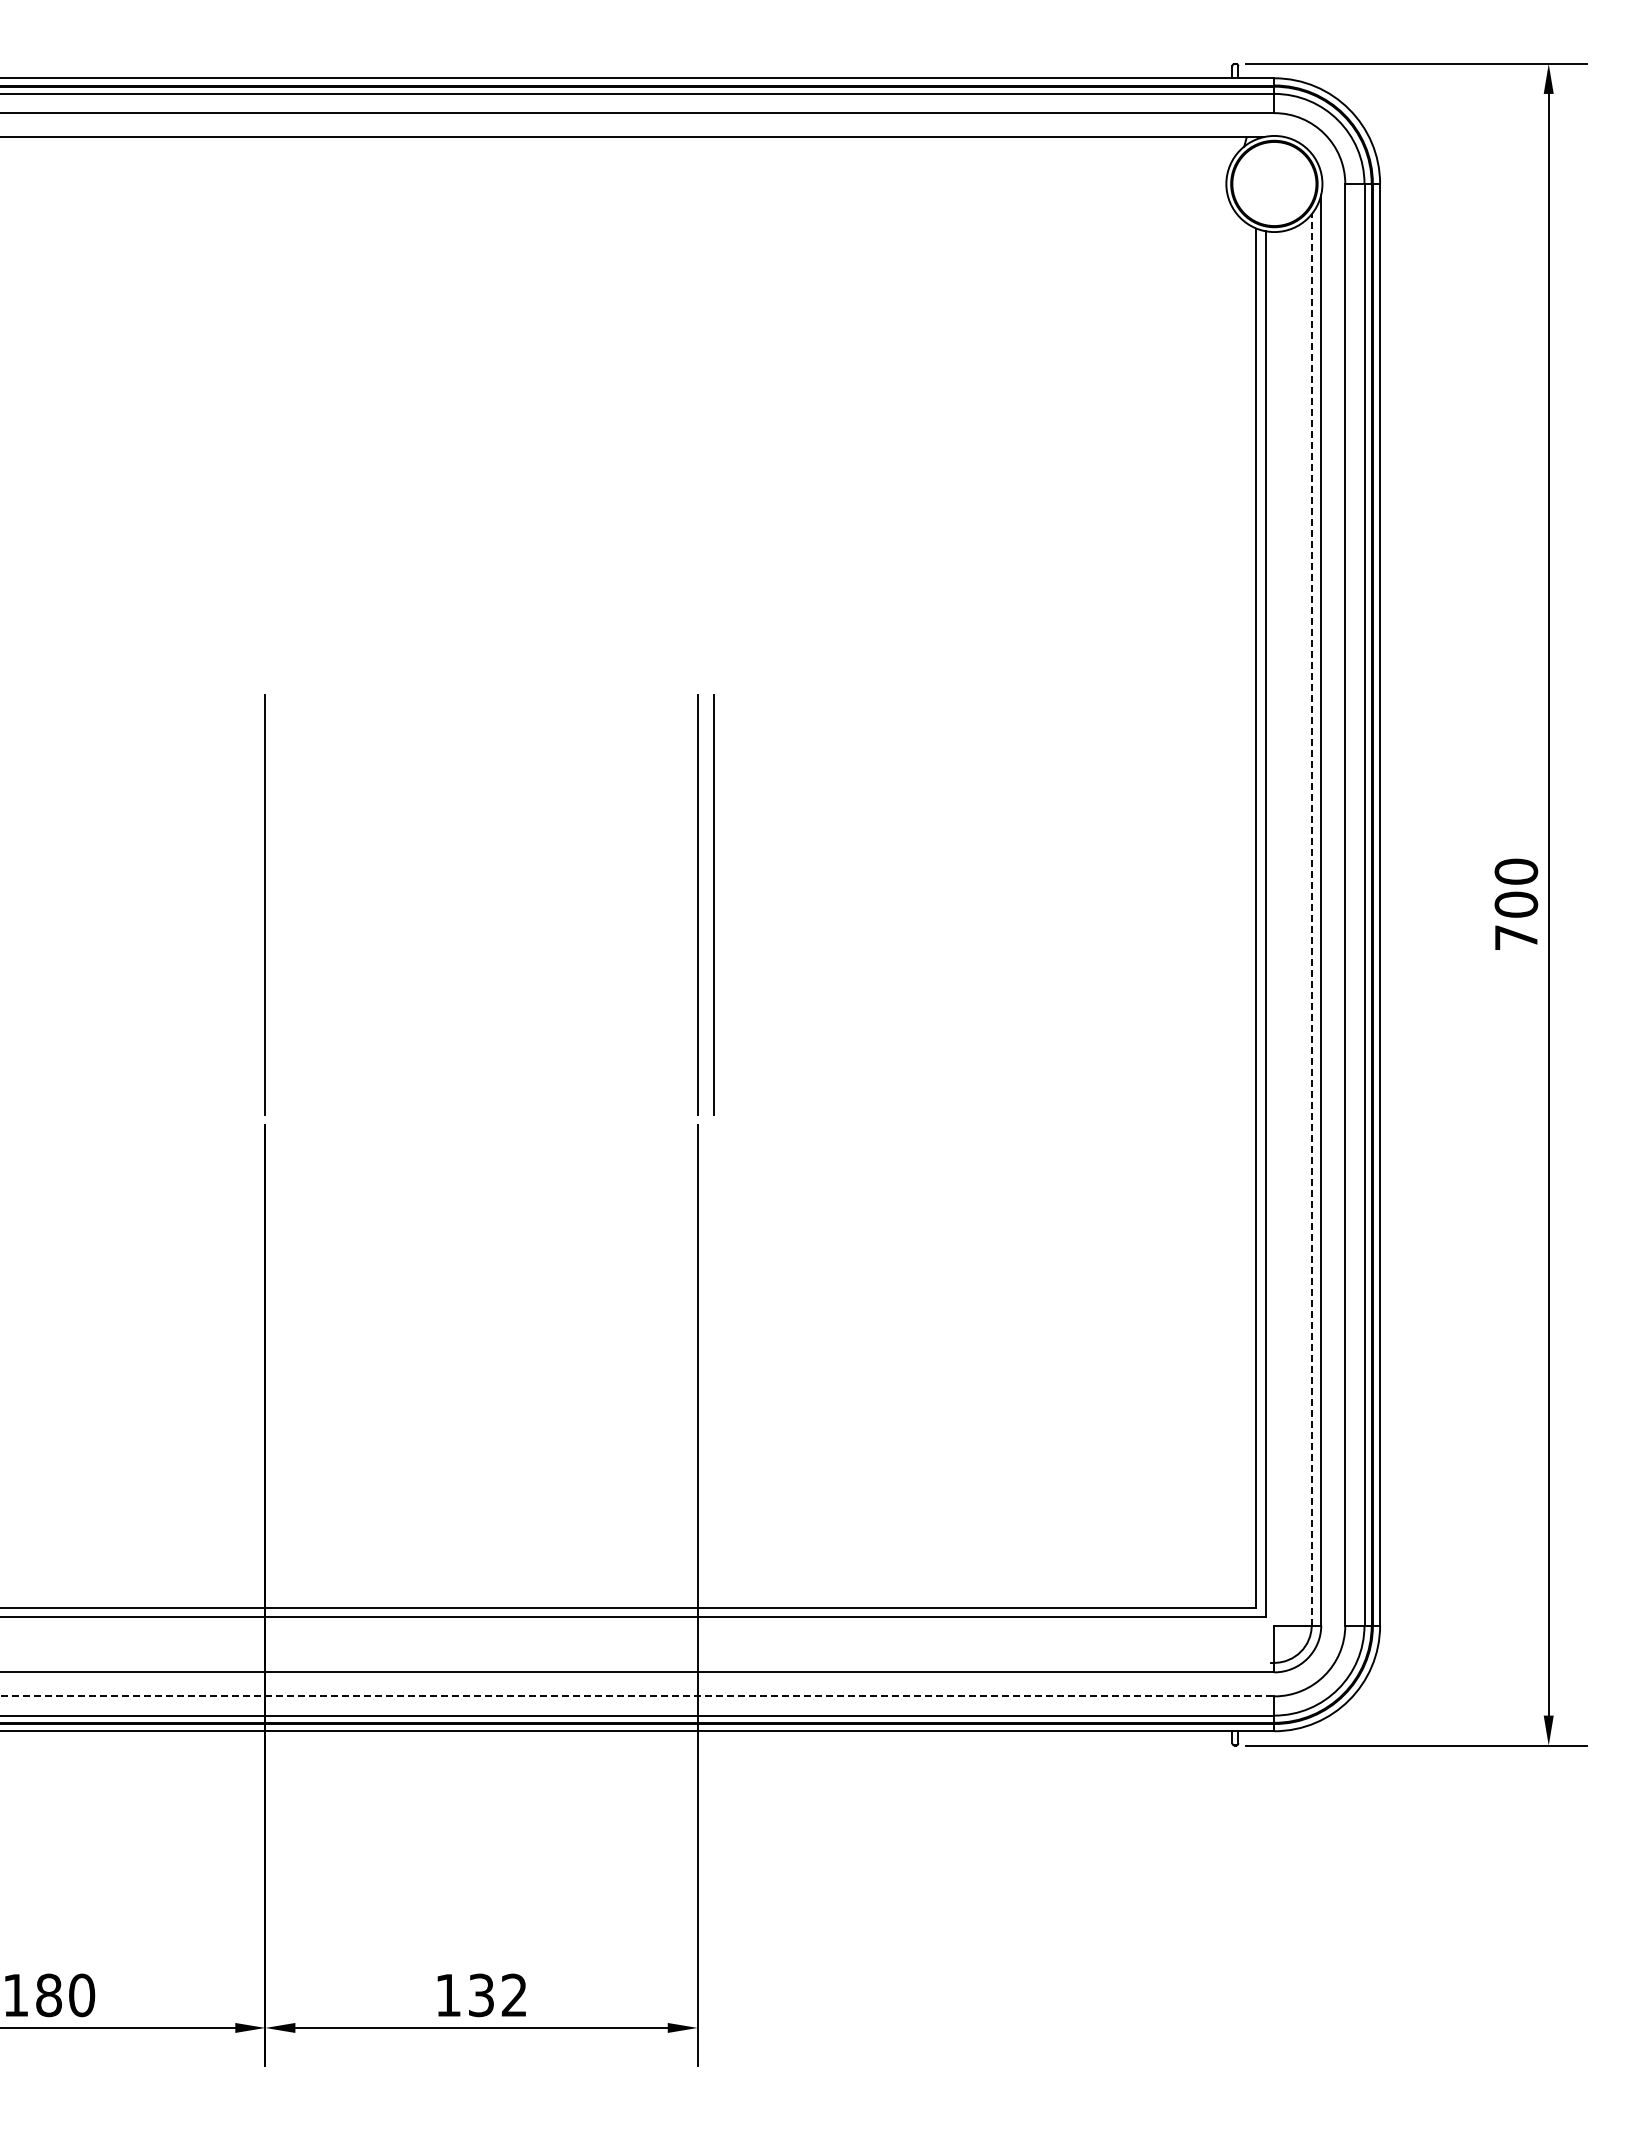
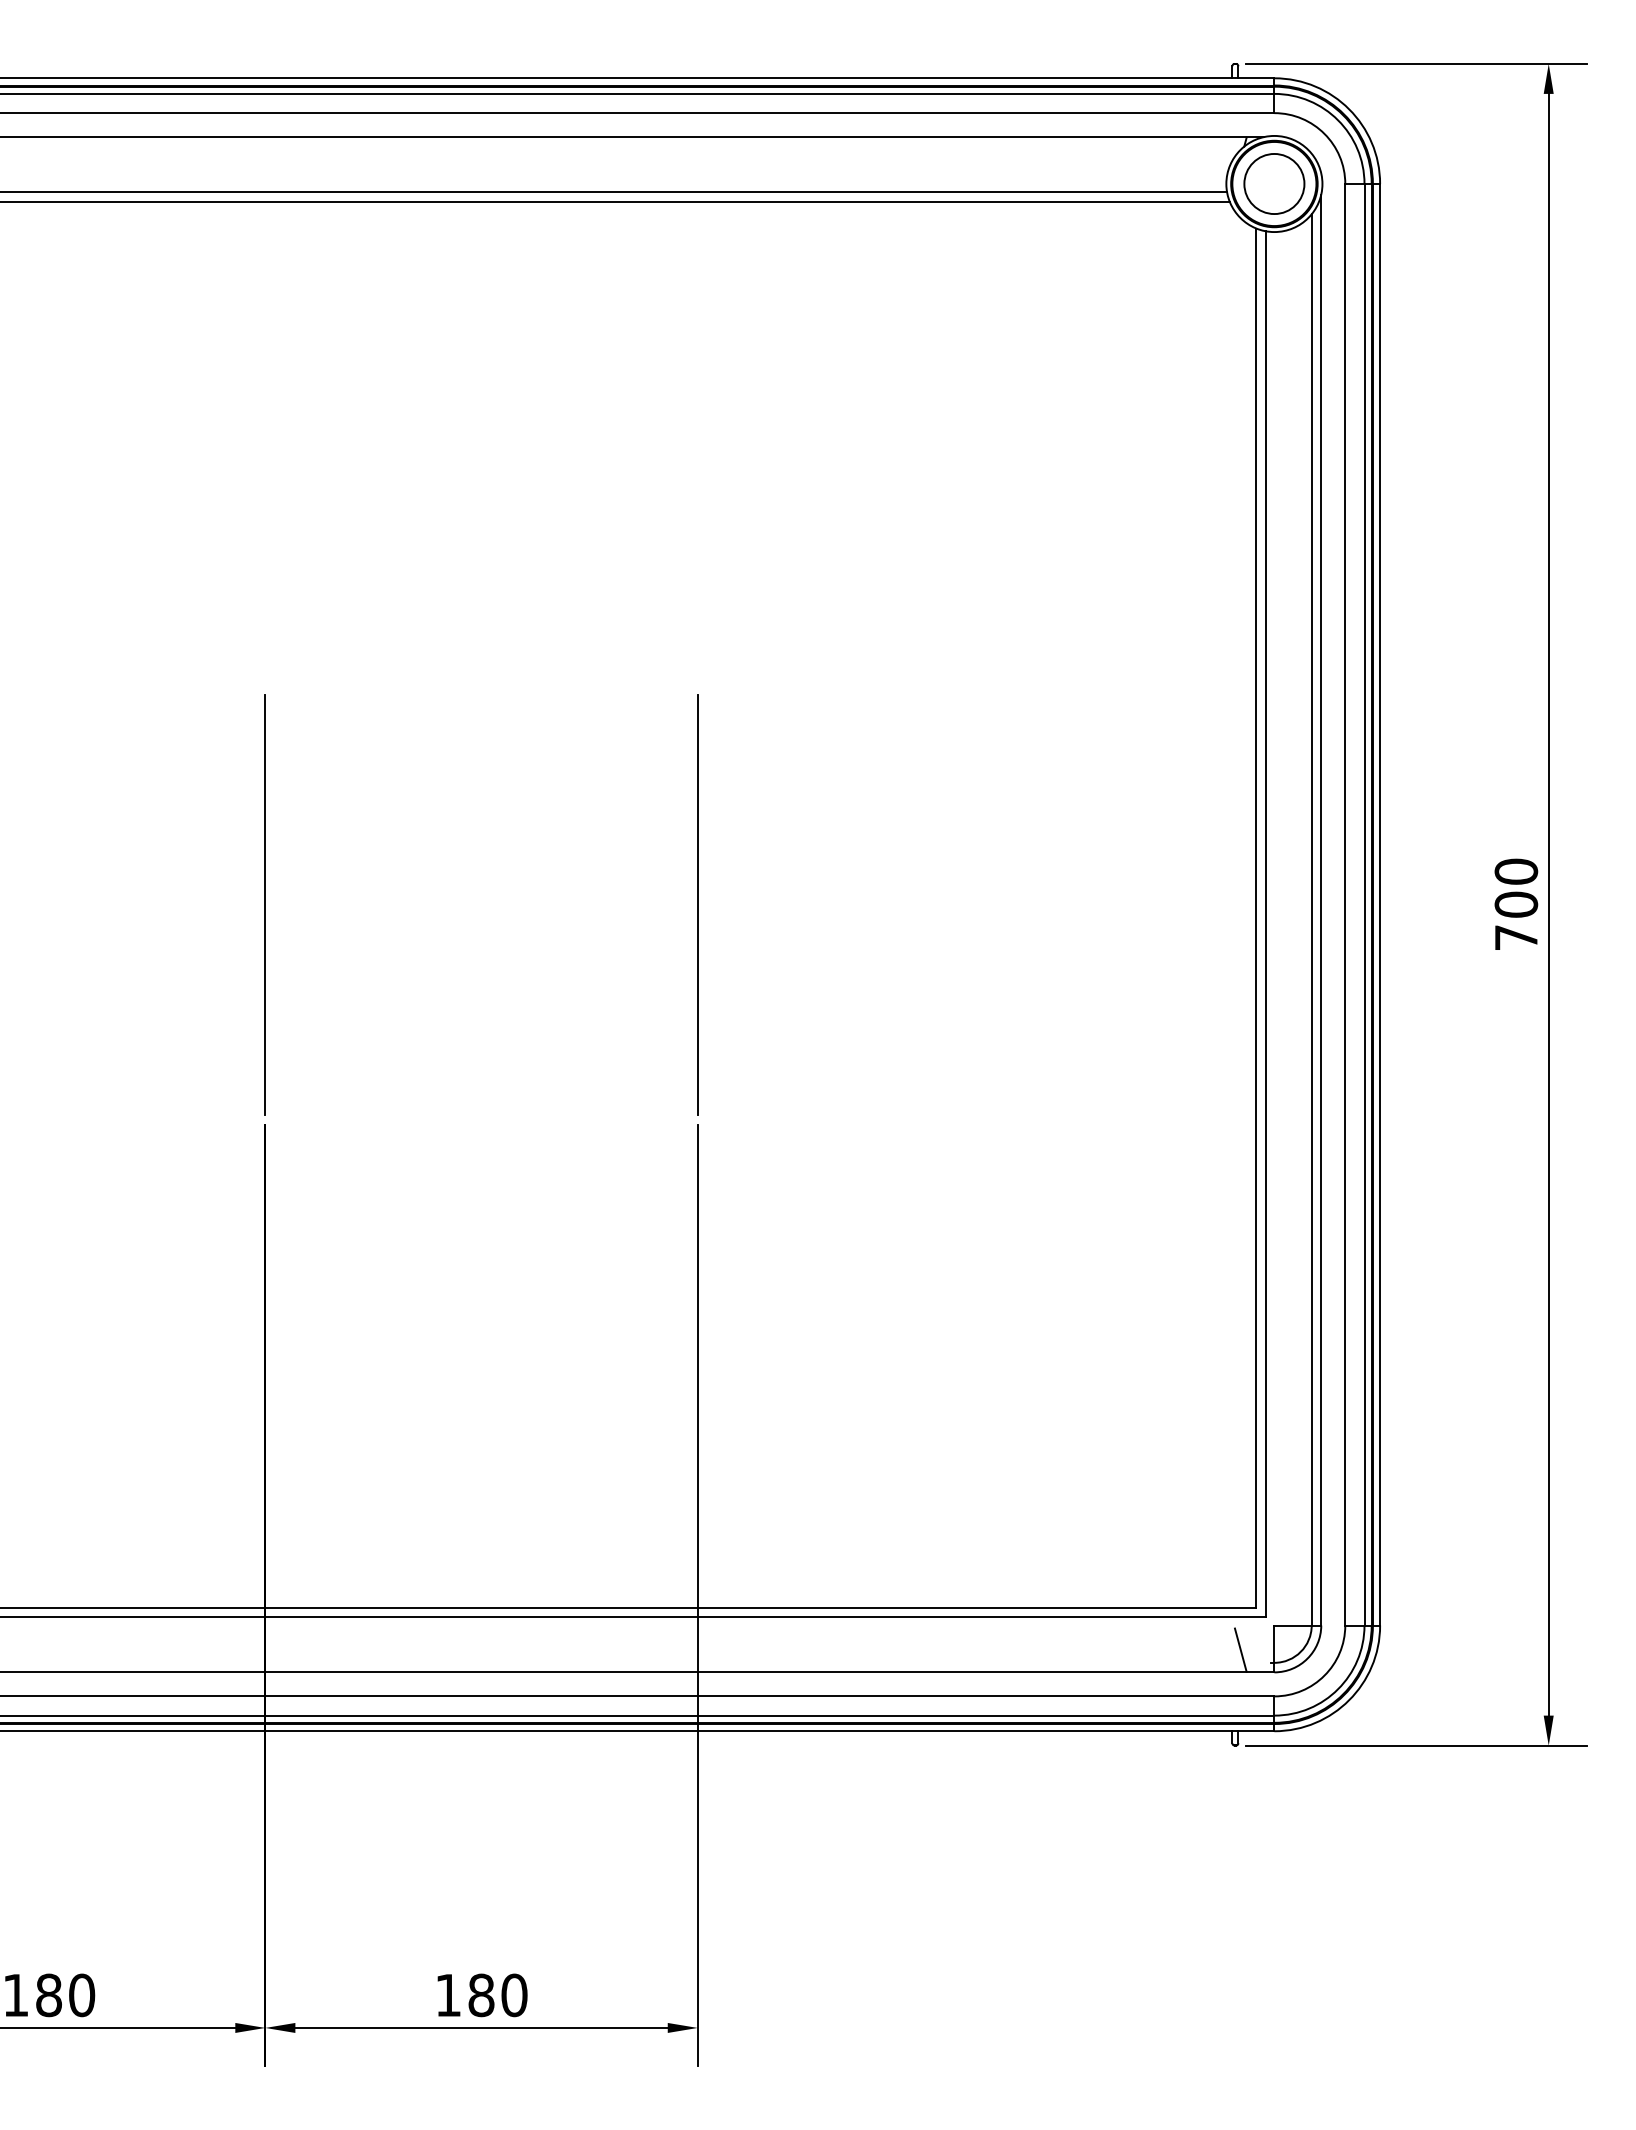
circle at (1274, 183): none -> present
line at (614, 192): none -> present
line at (615, 202): none -> present
line at (713, 904): present -> none
line at (1311, 919): dashed -> solid
line at (1240, 1649): none -> present
line at (637, 1696): dashed -> solid
text at (497, 1995): 132 -> 180
